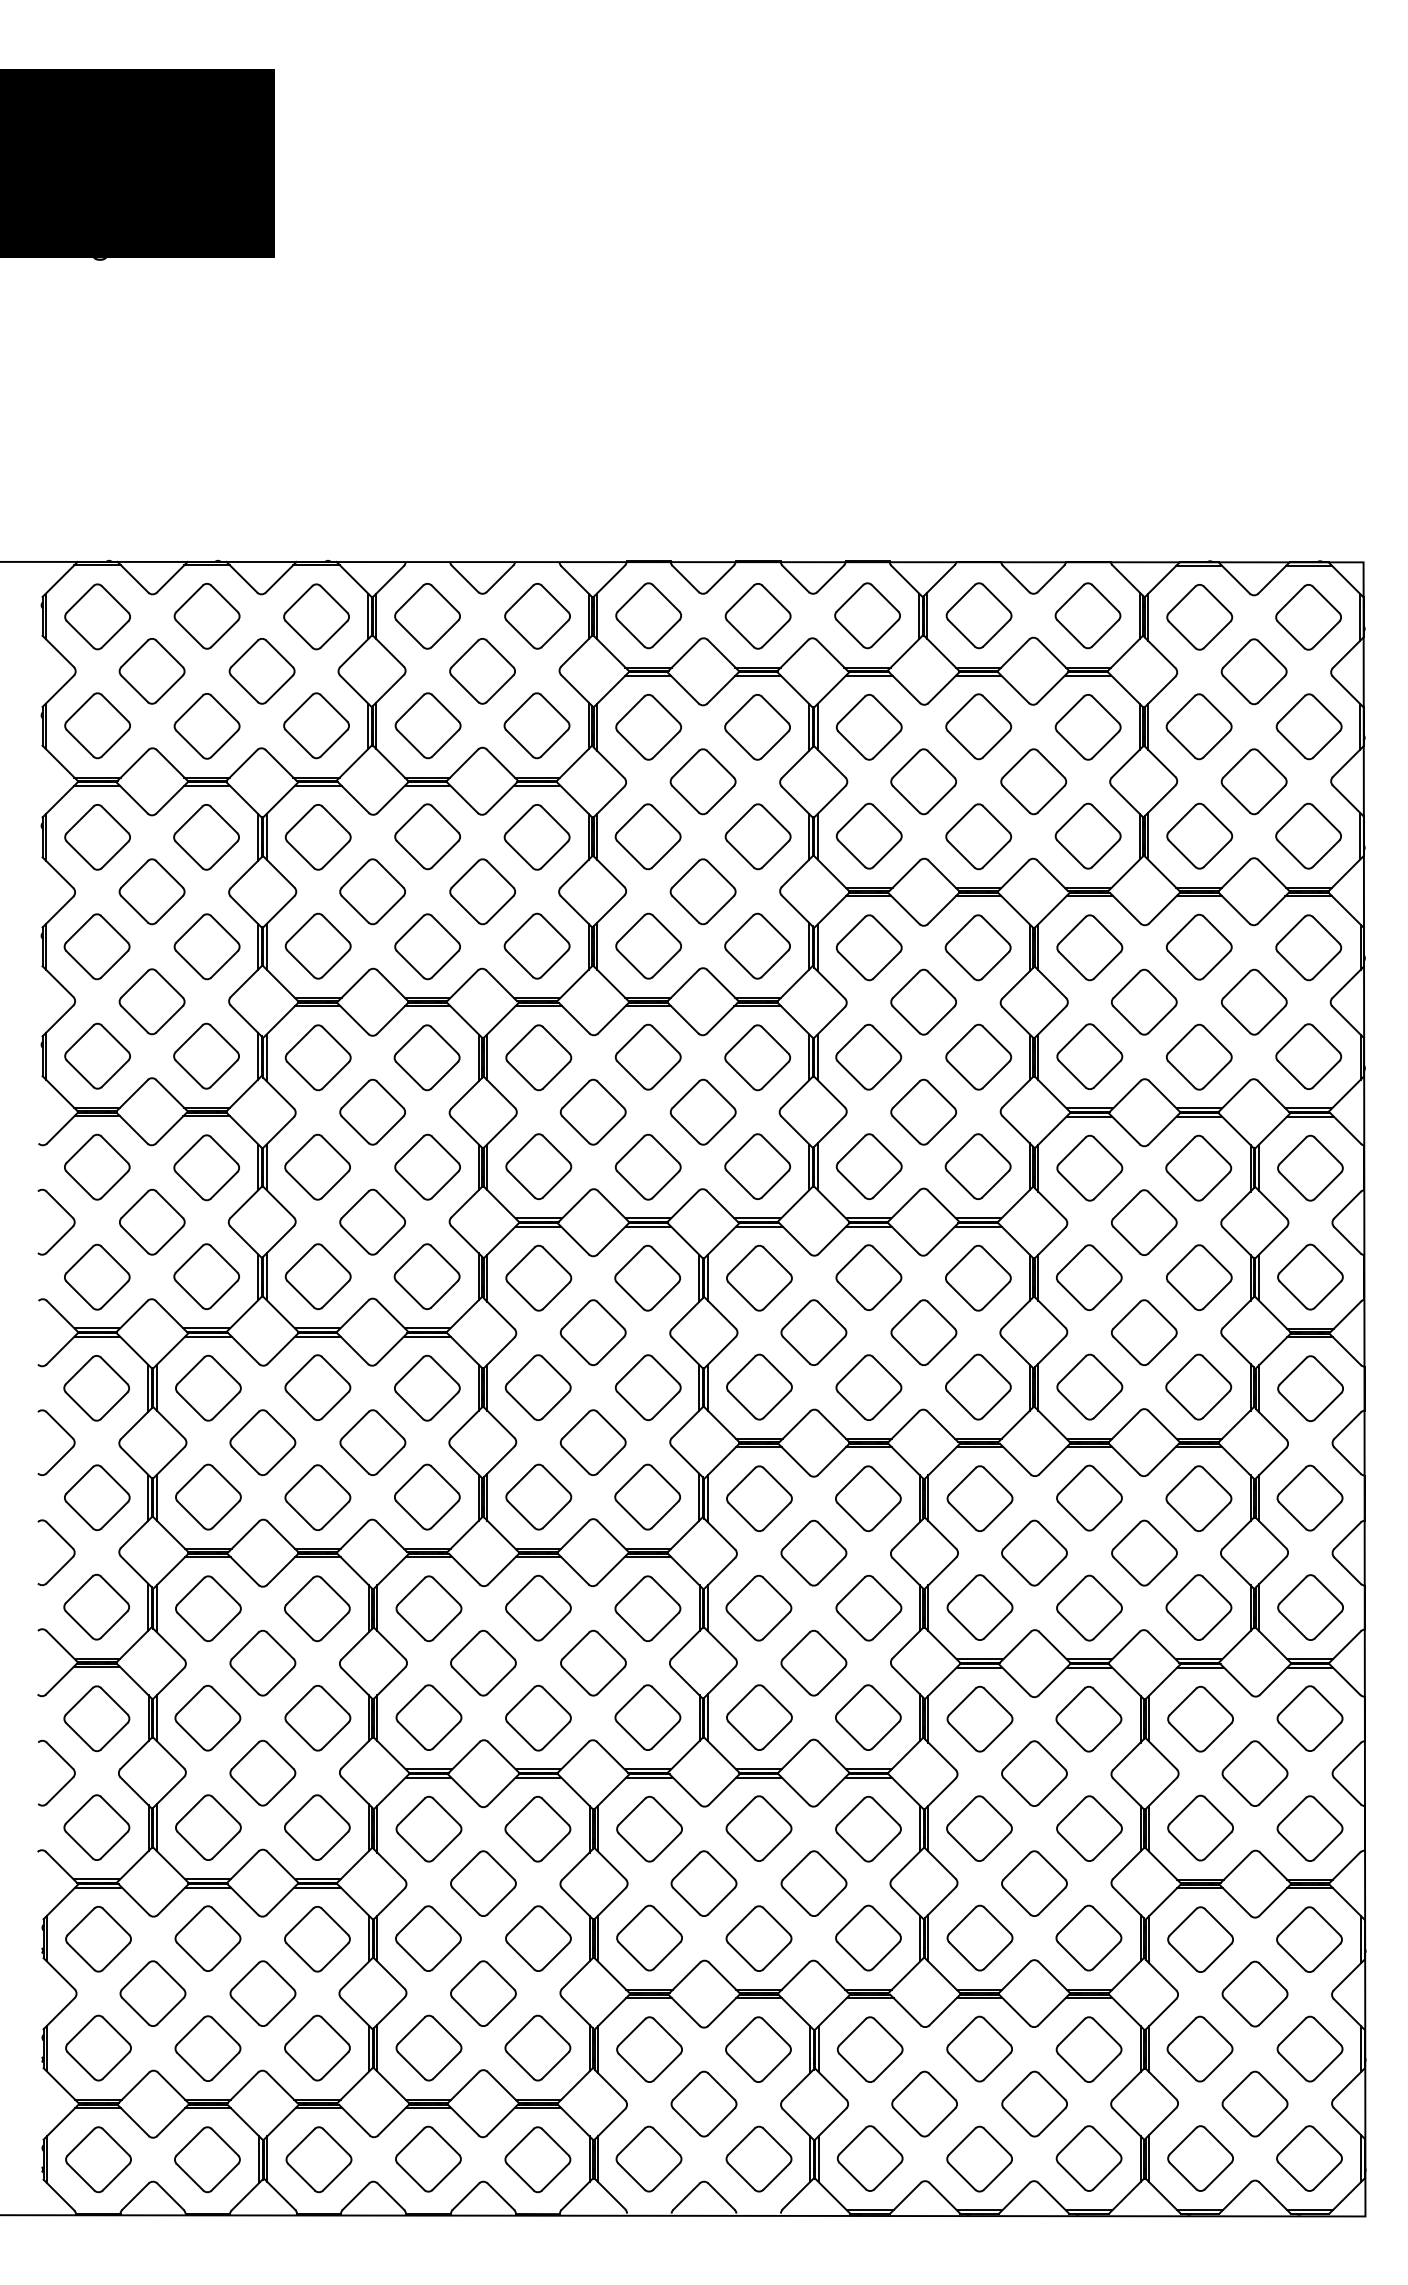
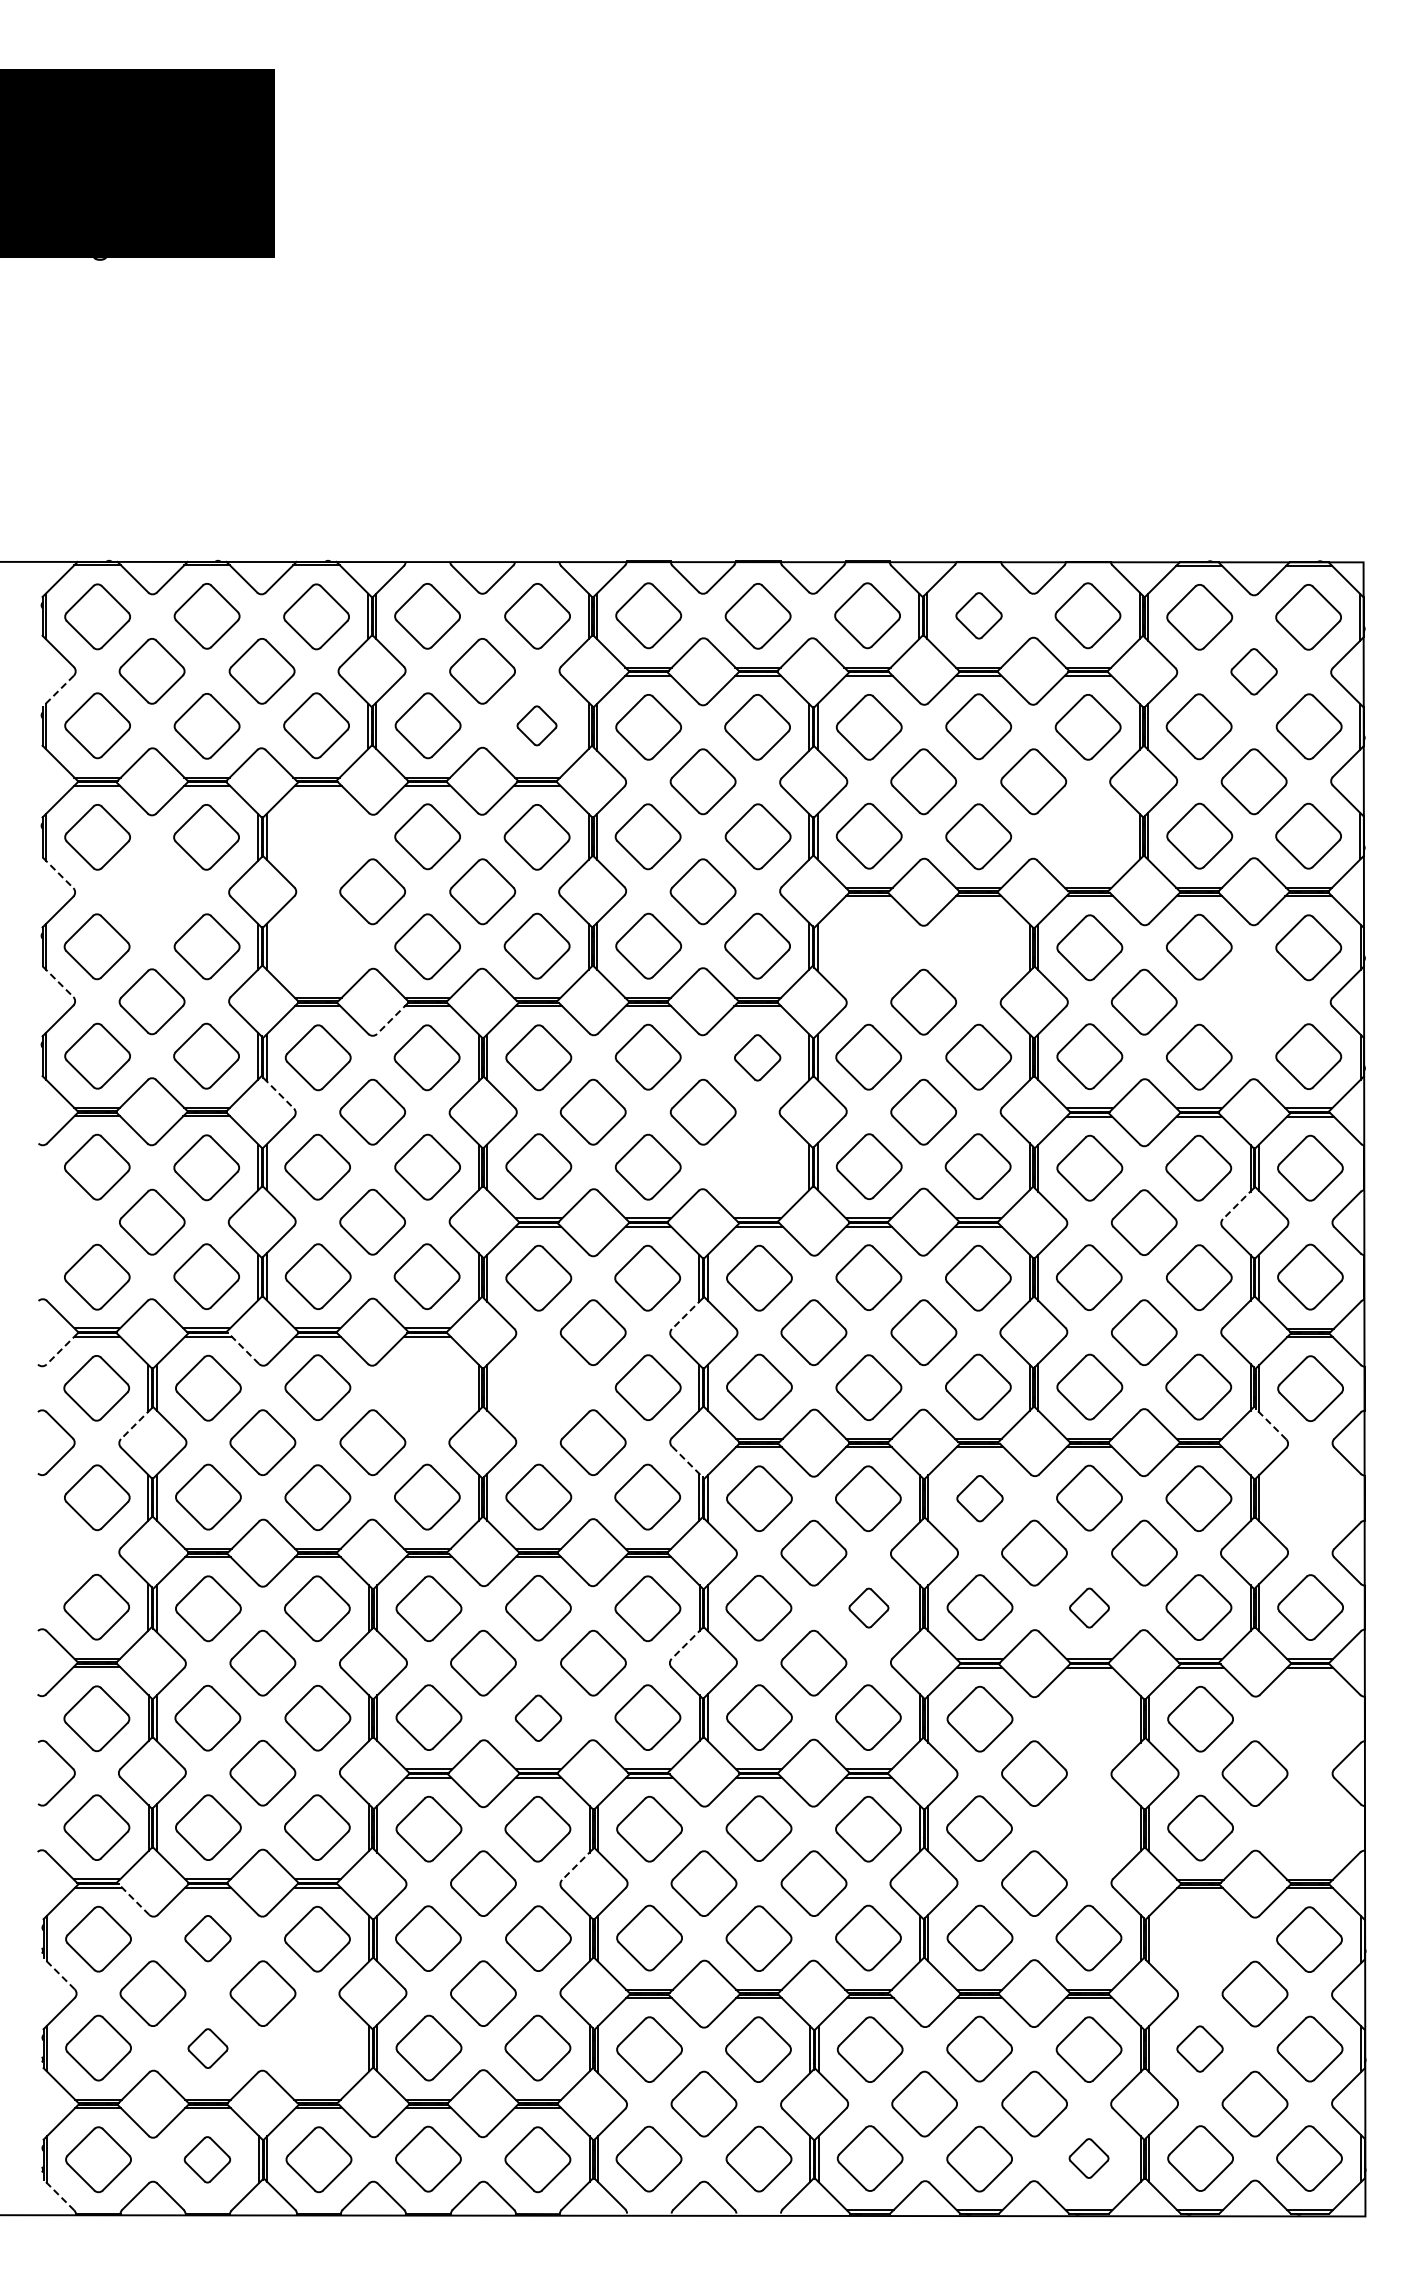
part at (978, 615) size: 68x68 px -> 48x48 px
part at (1253, 671) size: 68x68 px -> 48x48 px
line at (57, 691): solid -> dashed
part at (536, 725) size: 68x68 px -> 42x42 px
part at (1087, 835): present -> none
part at (317, 837): present -> none
line at (58, 872): solid -> dashed
part at (151, 891): present -> none
part at (317, 945): present -> none
part at (868, 947): present -> none
part at (977, 947): present -> none
line at (58, 981): solid -> dashed
part at (1254, 1001): present -> none
line at (392, 1018): solid -> dashed
part at (757, 1057) size: 67x68 px -> 48x48 px
line at (278, 1093): solid -> dashed
part at (757, 1166): present -> none
line at (1238, 1203): solid -> dashed
part at (65, 1211): present -> none
line at (687, 1313): solid -> dashed
line at (243, 1348): solid -> dashed
line at (61, 1349): solid -> dashed
part at (427, 1387): present -> none
part at (537, 1387): present -> none
line at (136, 1423): solid -> dashed
line at (1271, 1424): solid -> dashed
line at (687, 1461): solid -> dashed
part at (1309, 1497): present -> none
part at (979, 1498) size: 68x67 px -> 48x48 px
part at (65, 1542): present -> none
part at (868, 1607) size: 68x68 px -> 42x42 px
part at (1089, 1607) size: 67x68 px -> 41x42 px
line at (686, 1643): solid -> dashed
part at (538, 1718) size: 67x67 px -> 49x48 px
part at (1088, 1718): present -> none
part at (1309, 1718): present -> none
part at (1089, 1828): present -> none
part at (1309, 1828): present -> none
line at (577, 1864): solid -> dashed
line at (133, 1899): solid -> dashed
part at (207, 1938) size: 68x67 px -> 48x48 px
part at (1200, 1939): present -> none
line at (58, 1973): solid -> dashed
part at (317, 2047): present -> none
part at (207, 2048) size: 68x67 px -> 42x41 px
part at (1199, 2048) size: 68x68 px -> 48x48 px
part at (1088, 2158) size: 68x67 px -> 42x41 px
part at (207, 2159) size: 67x68 px -> 49x48 px
line at (58, 2195): solid -> dashed
